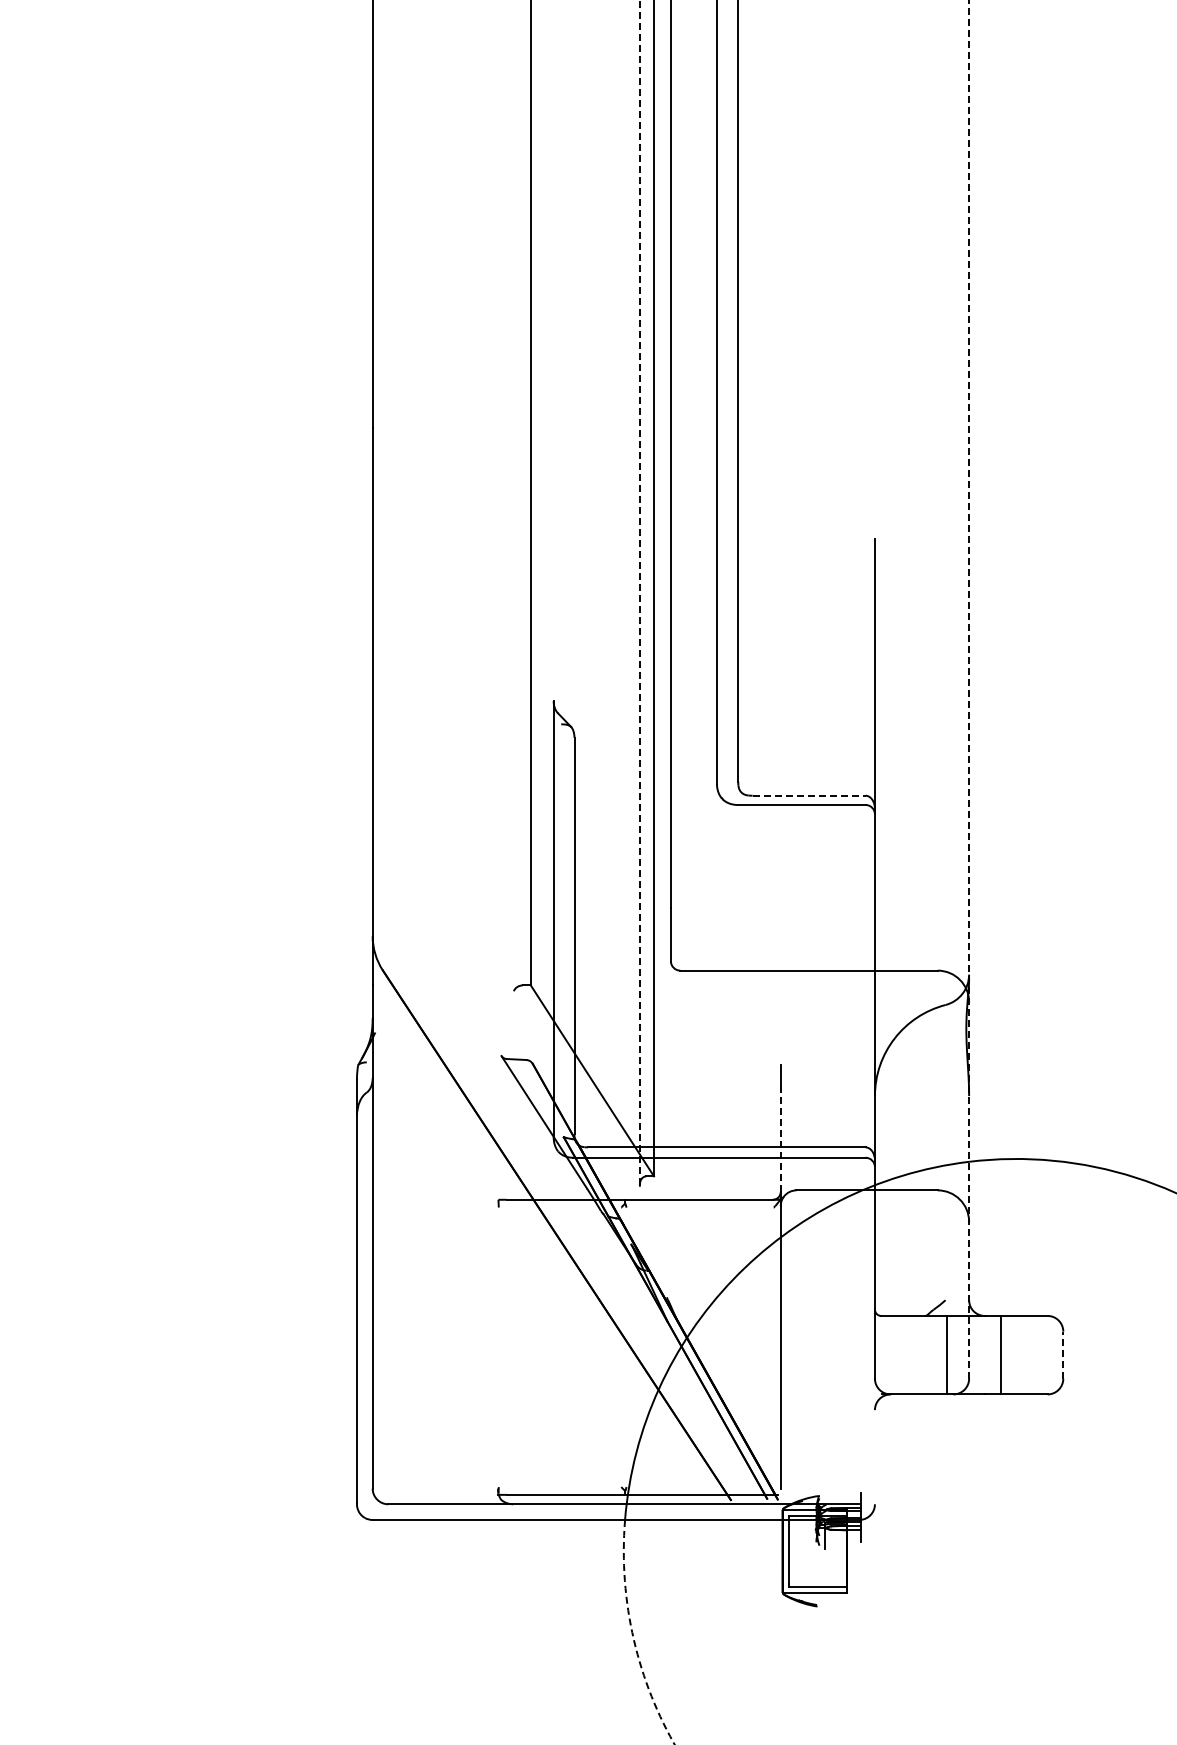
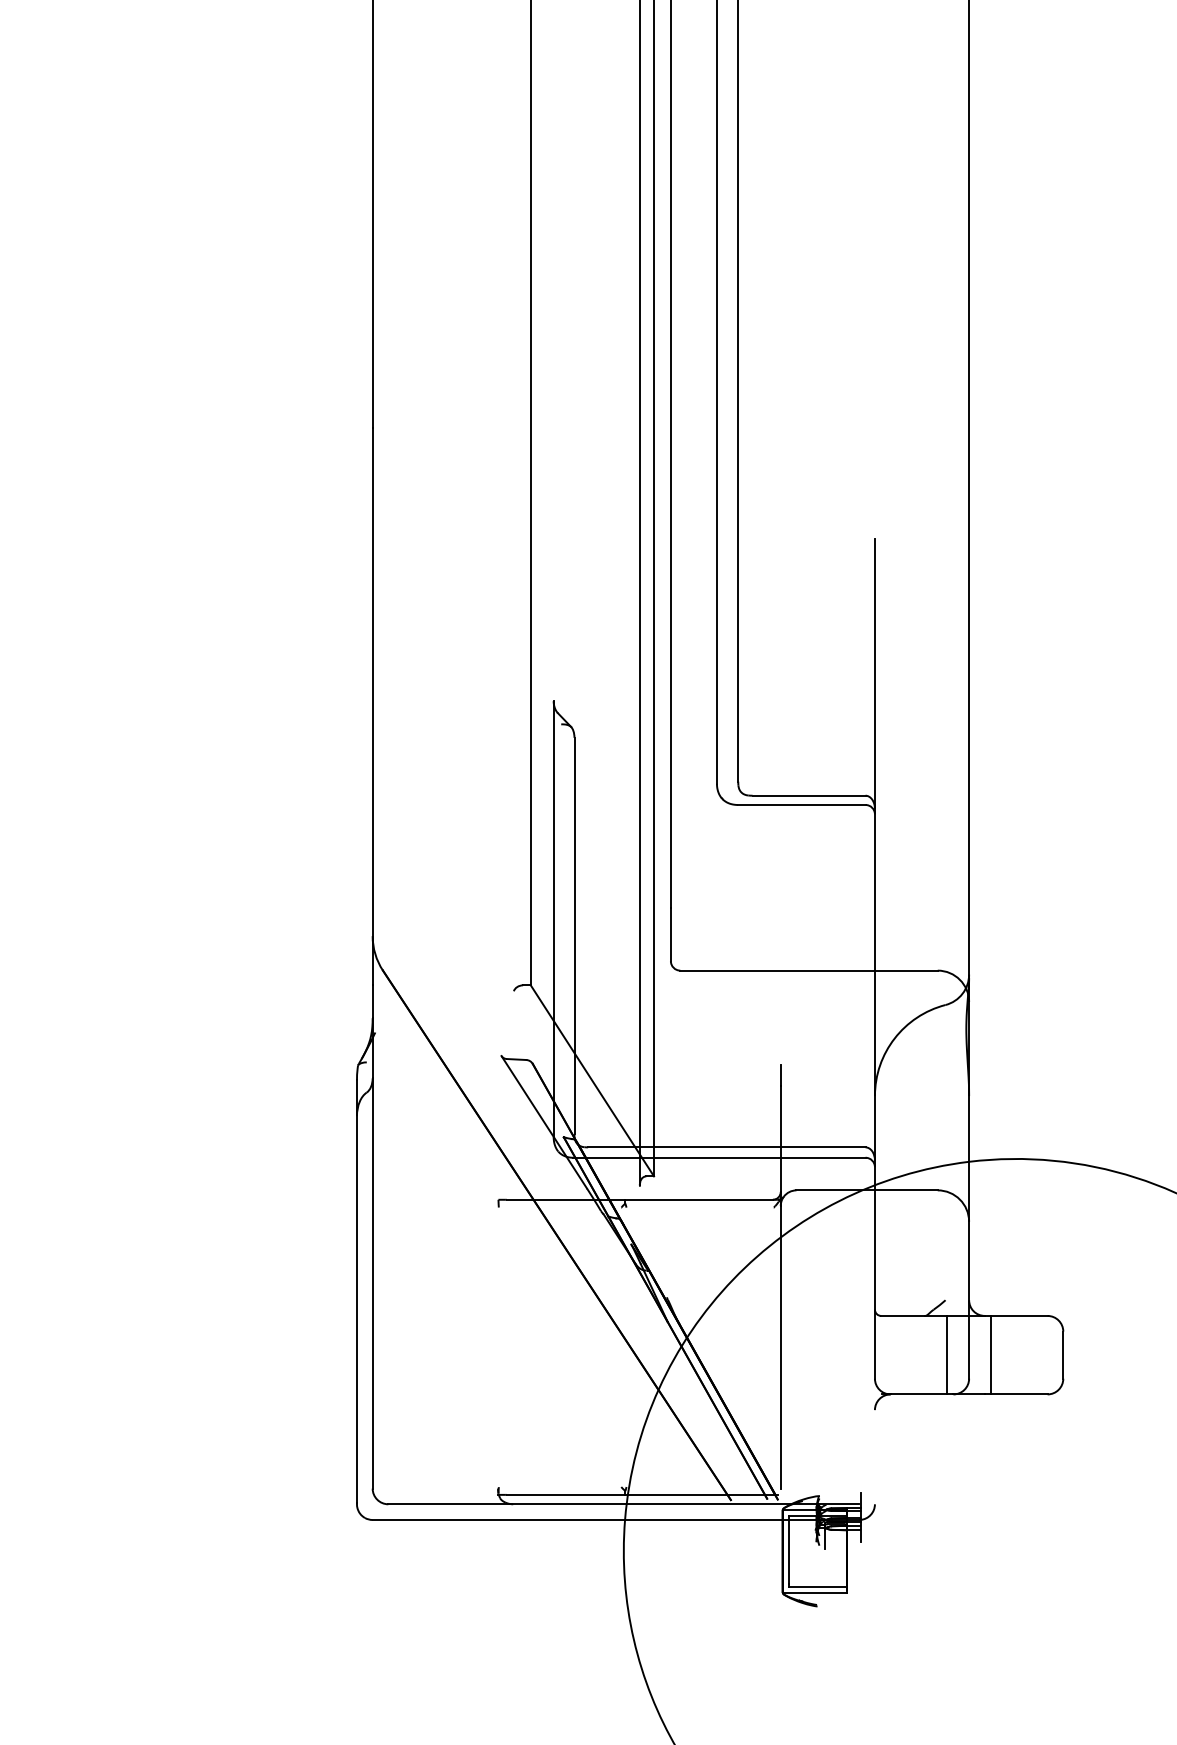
line at (639, 592): dashed -> solid
line at (969, 689): dashed -> solid
line at (809, 795): dashed -> solid
line at (780, 1139): dashed -> solid
line at (1001, 1354) position: (1001, 1354) -> (991, 1354)
line at (1063, 1355): dashed -> solid
arc at (633, 1635): dashed -> solid
